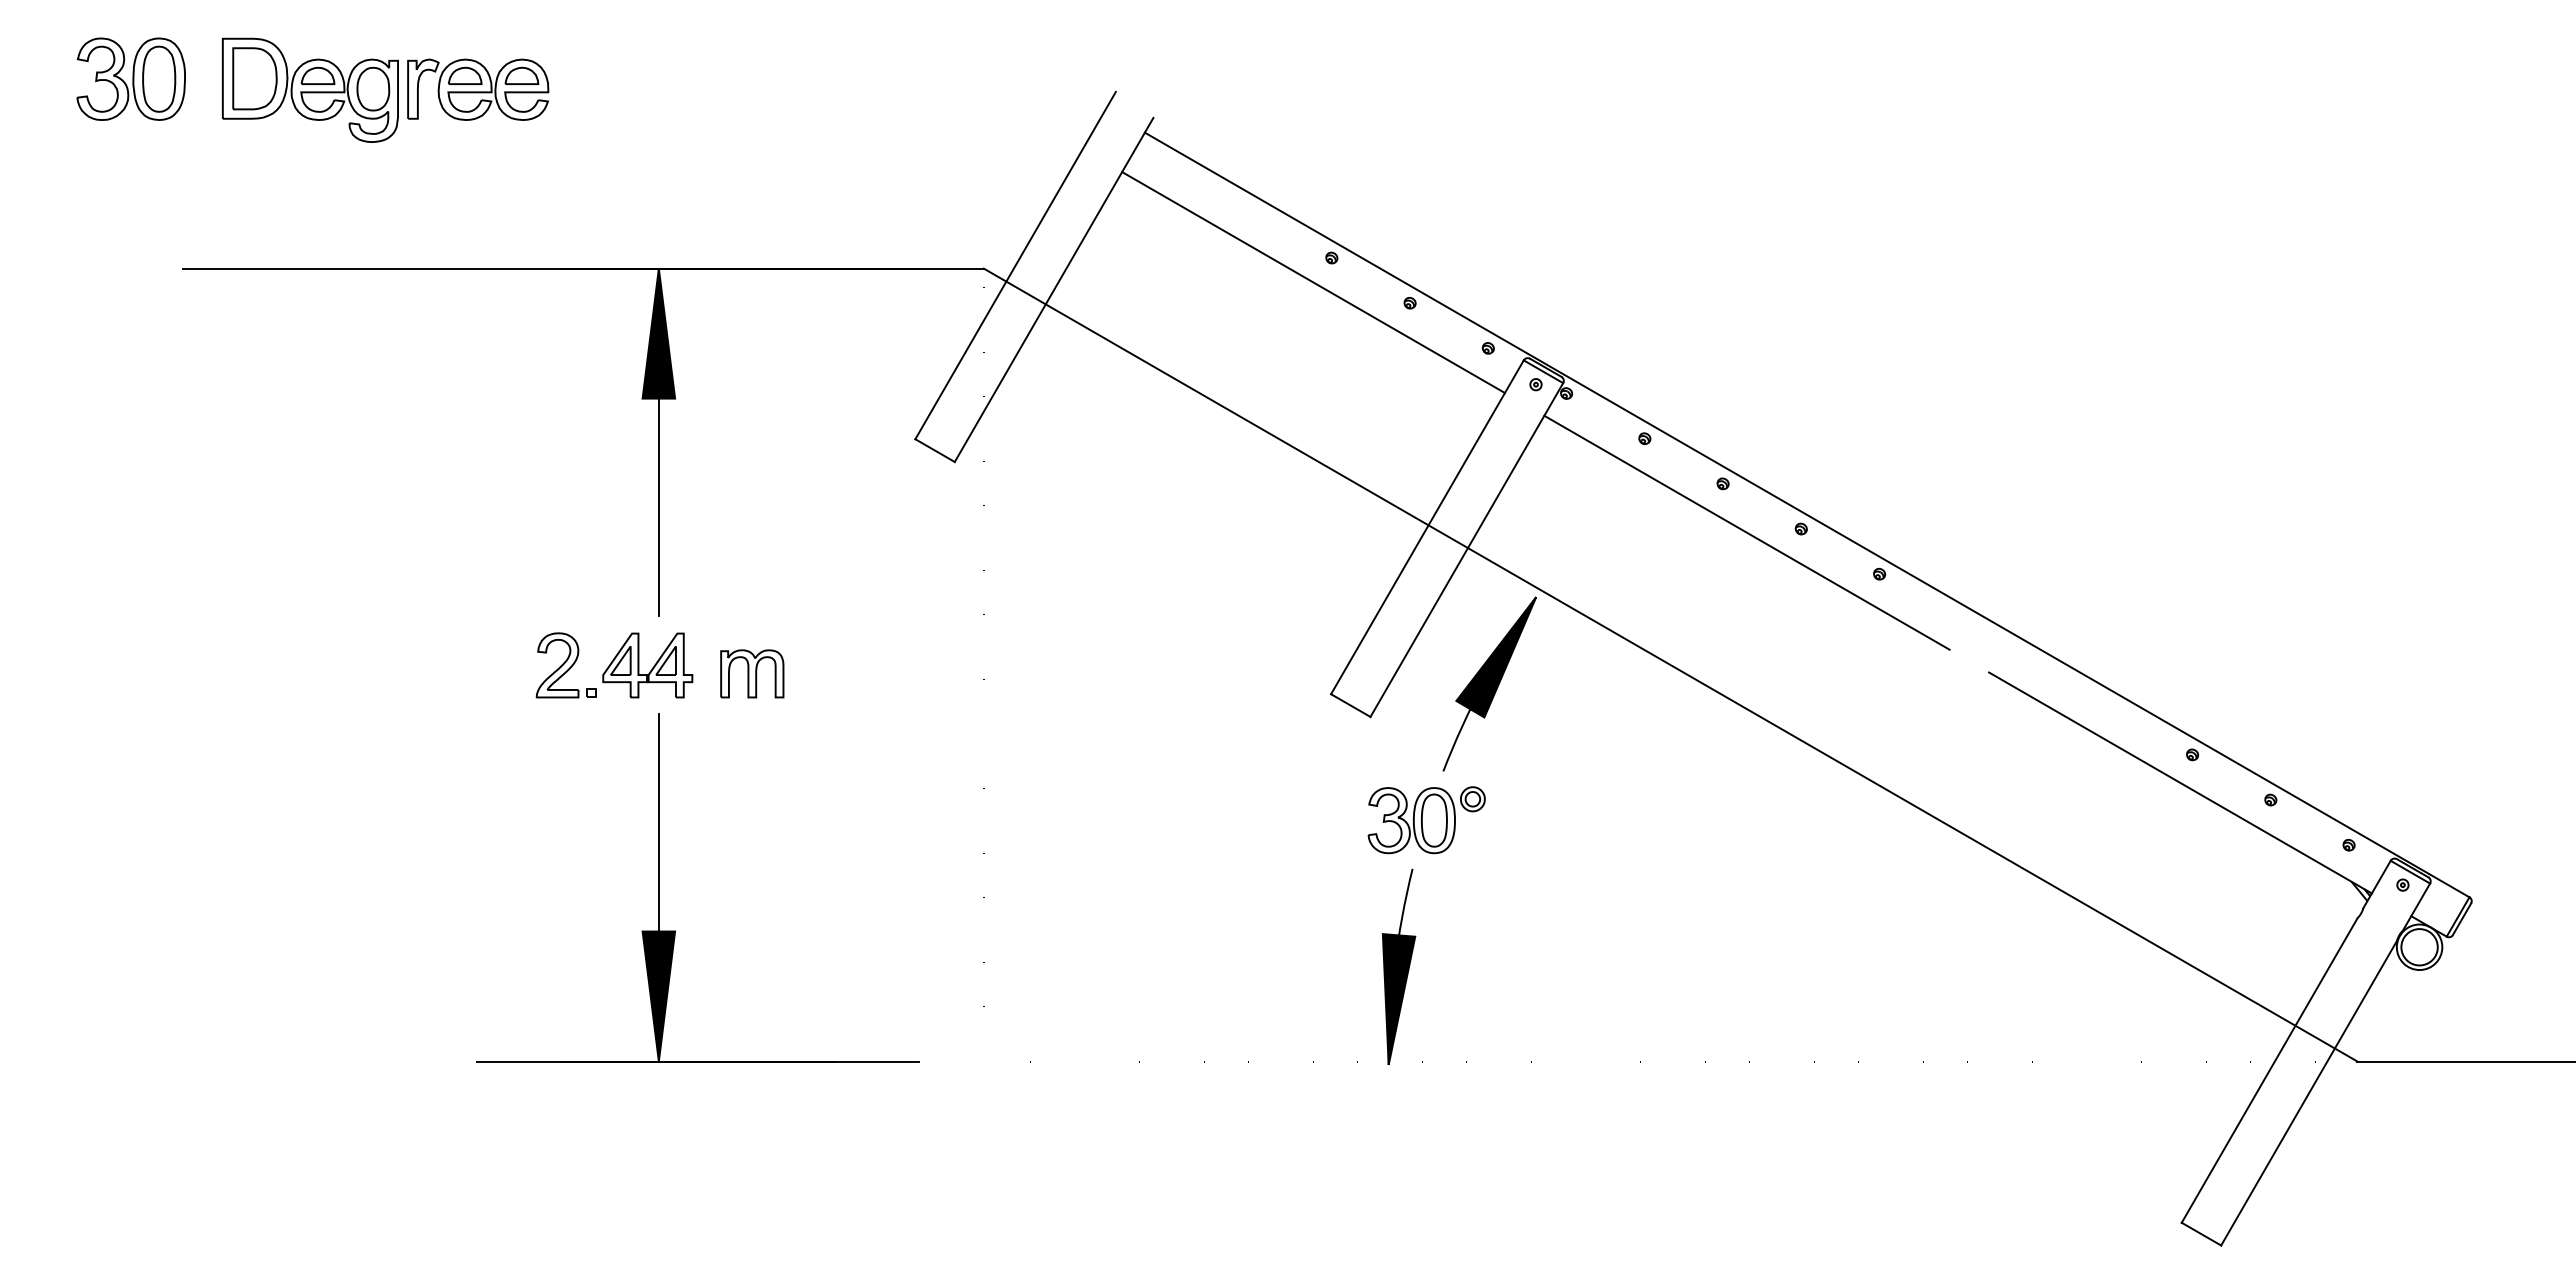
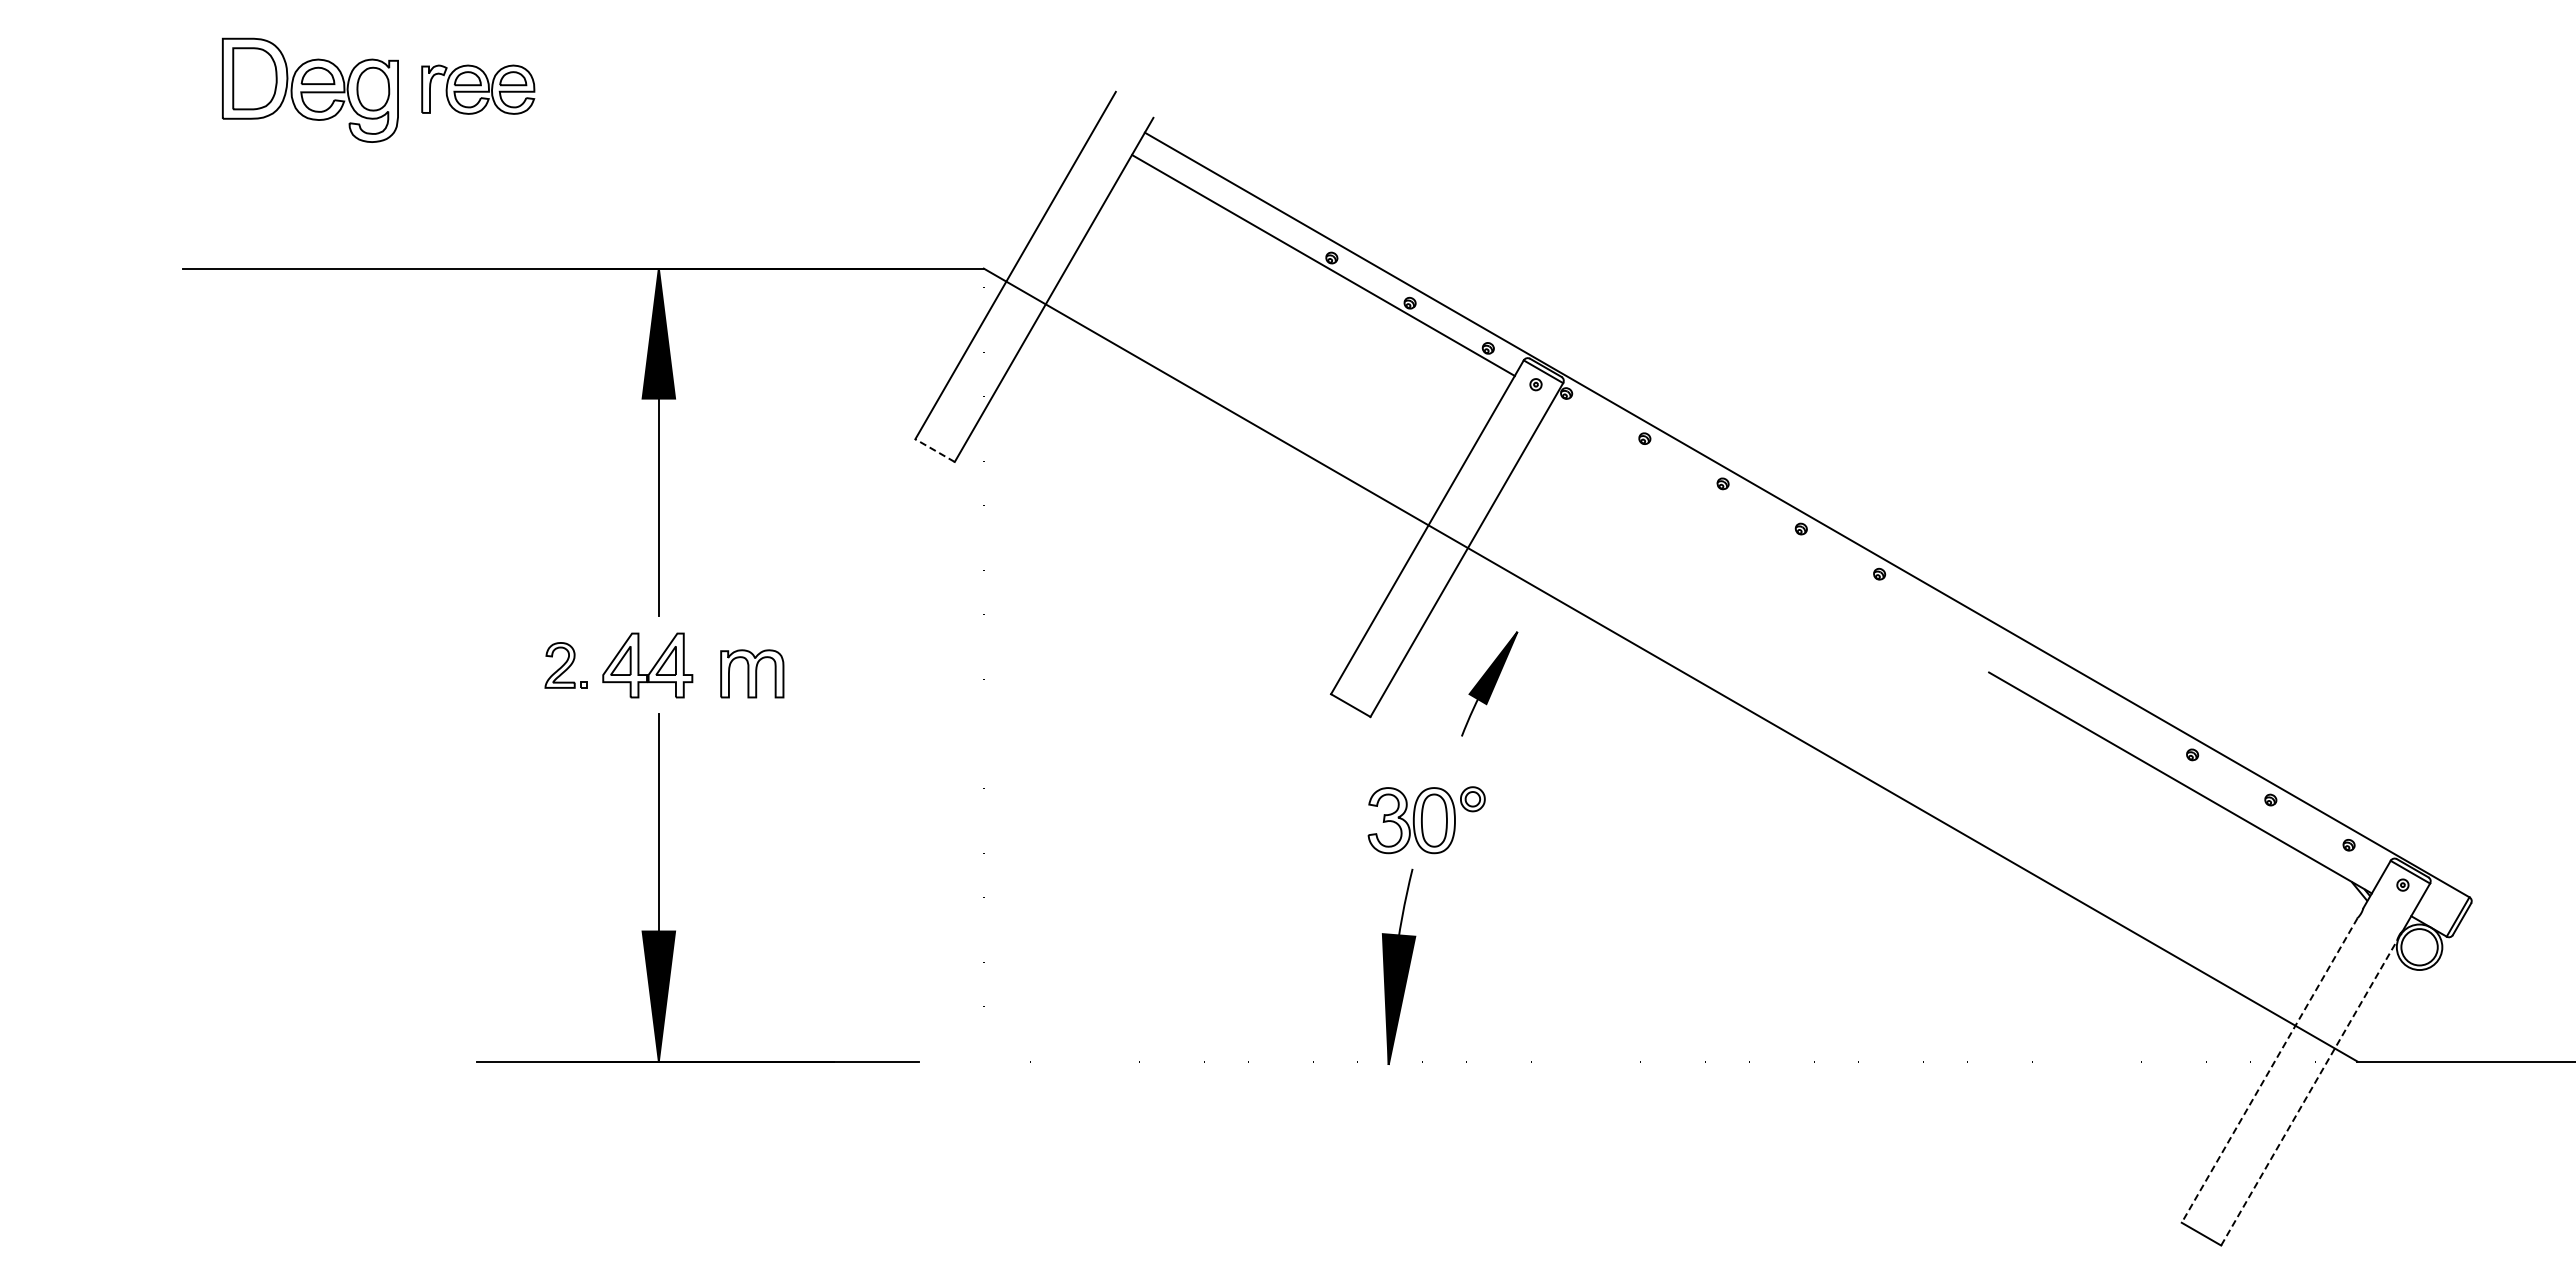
part at (130, 78): present -> none
part at (478, 89) size: 143x63 px -> 115x51 px
line at (1313, 282) position: (1313, 282) -> (1323, 265)
line at (935, 450): solid -> dashed
line at (1746, 532): present -> none
part at (565, 665) size: 62x67 px -> 44x47 px
part at (1489, 683) size: 95x176 px -> 58x106 px
line at (2269, 1070): solid -> dashed
line at (2309, 1093): solid -> dashed
